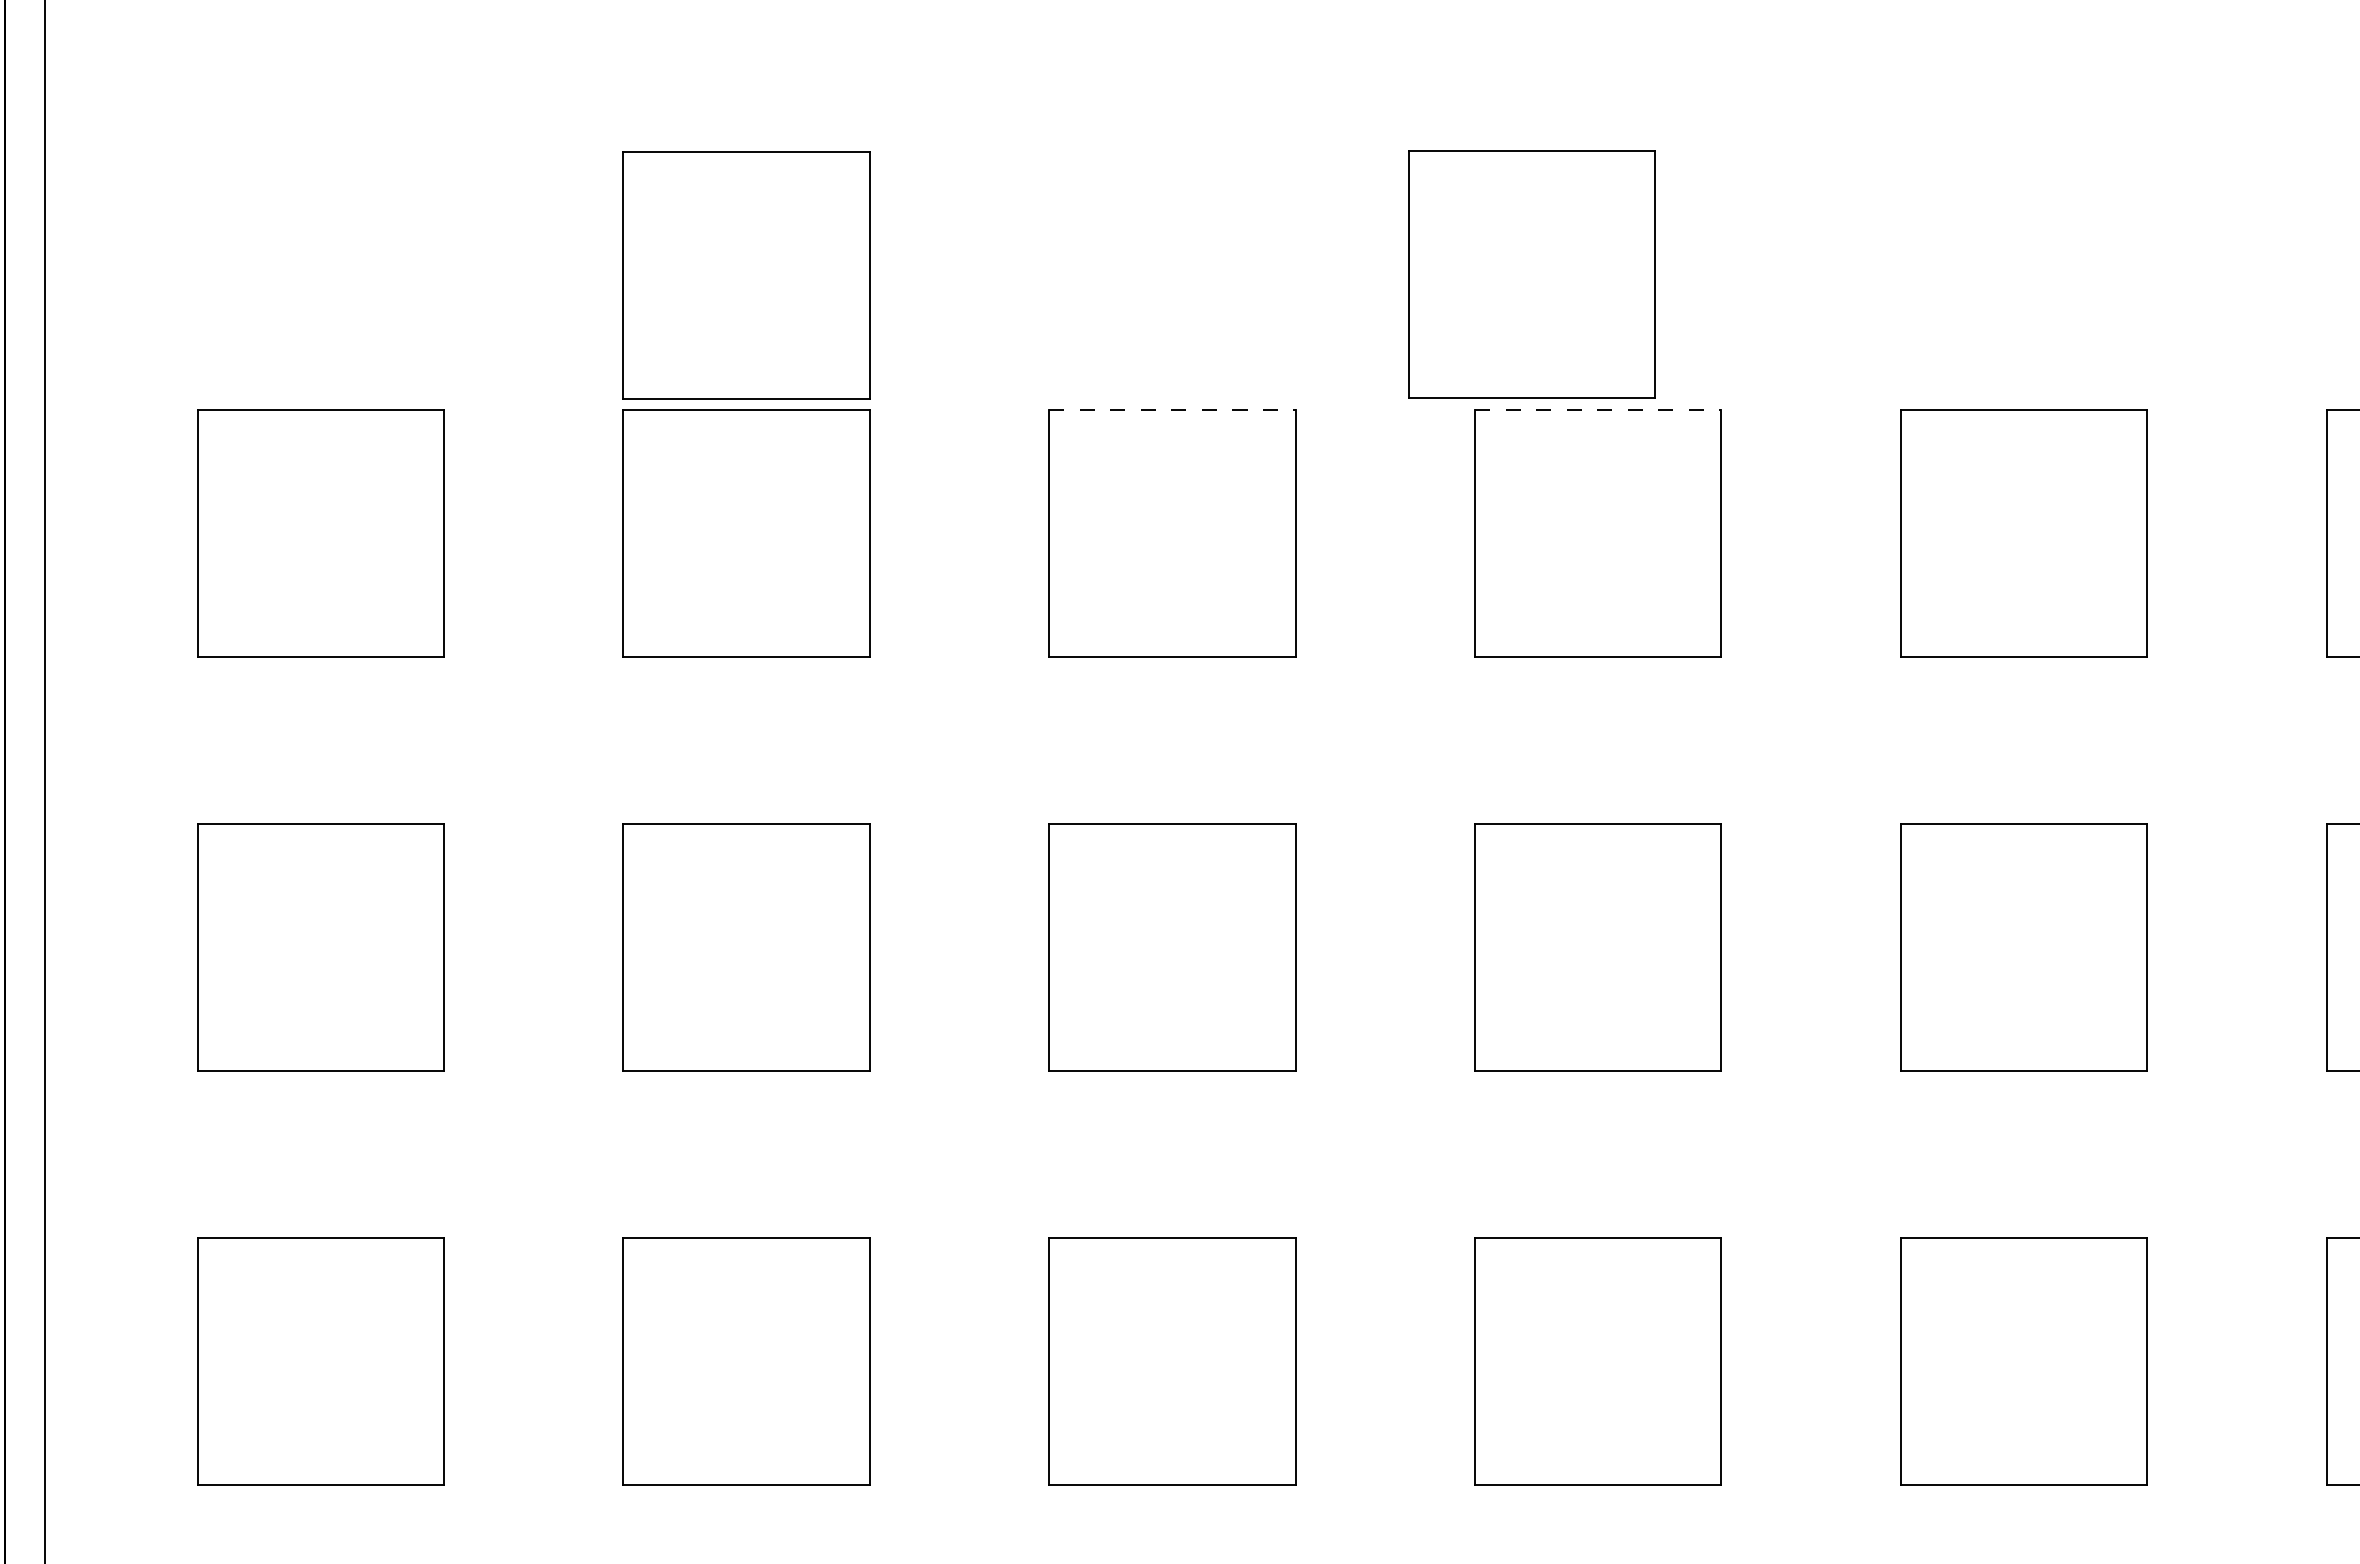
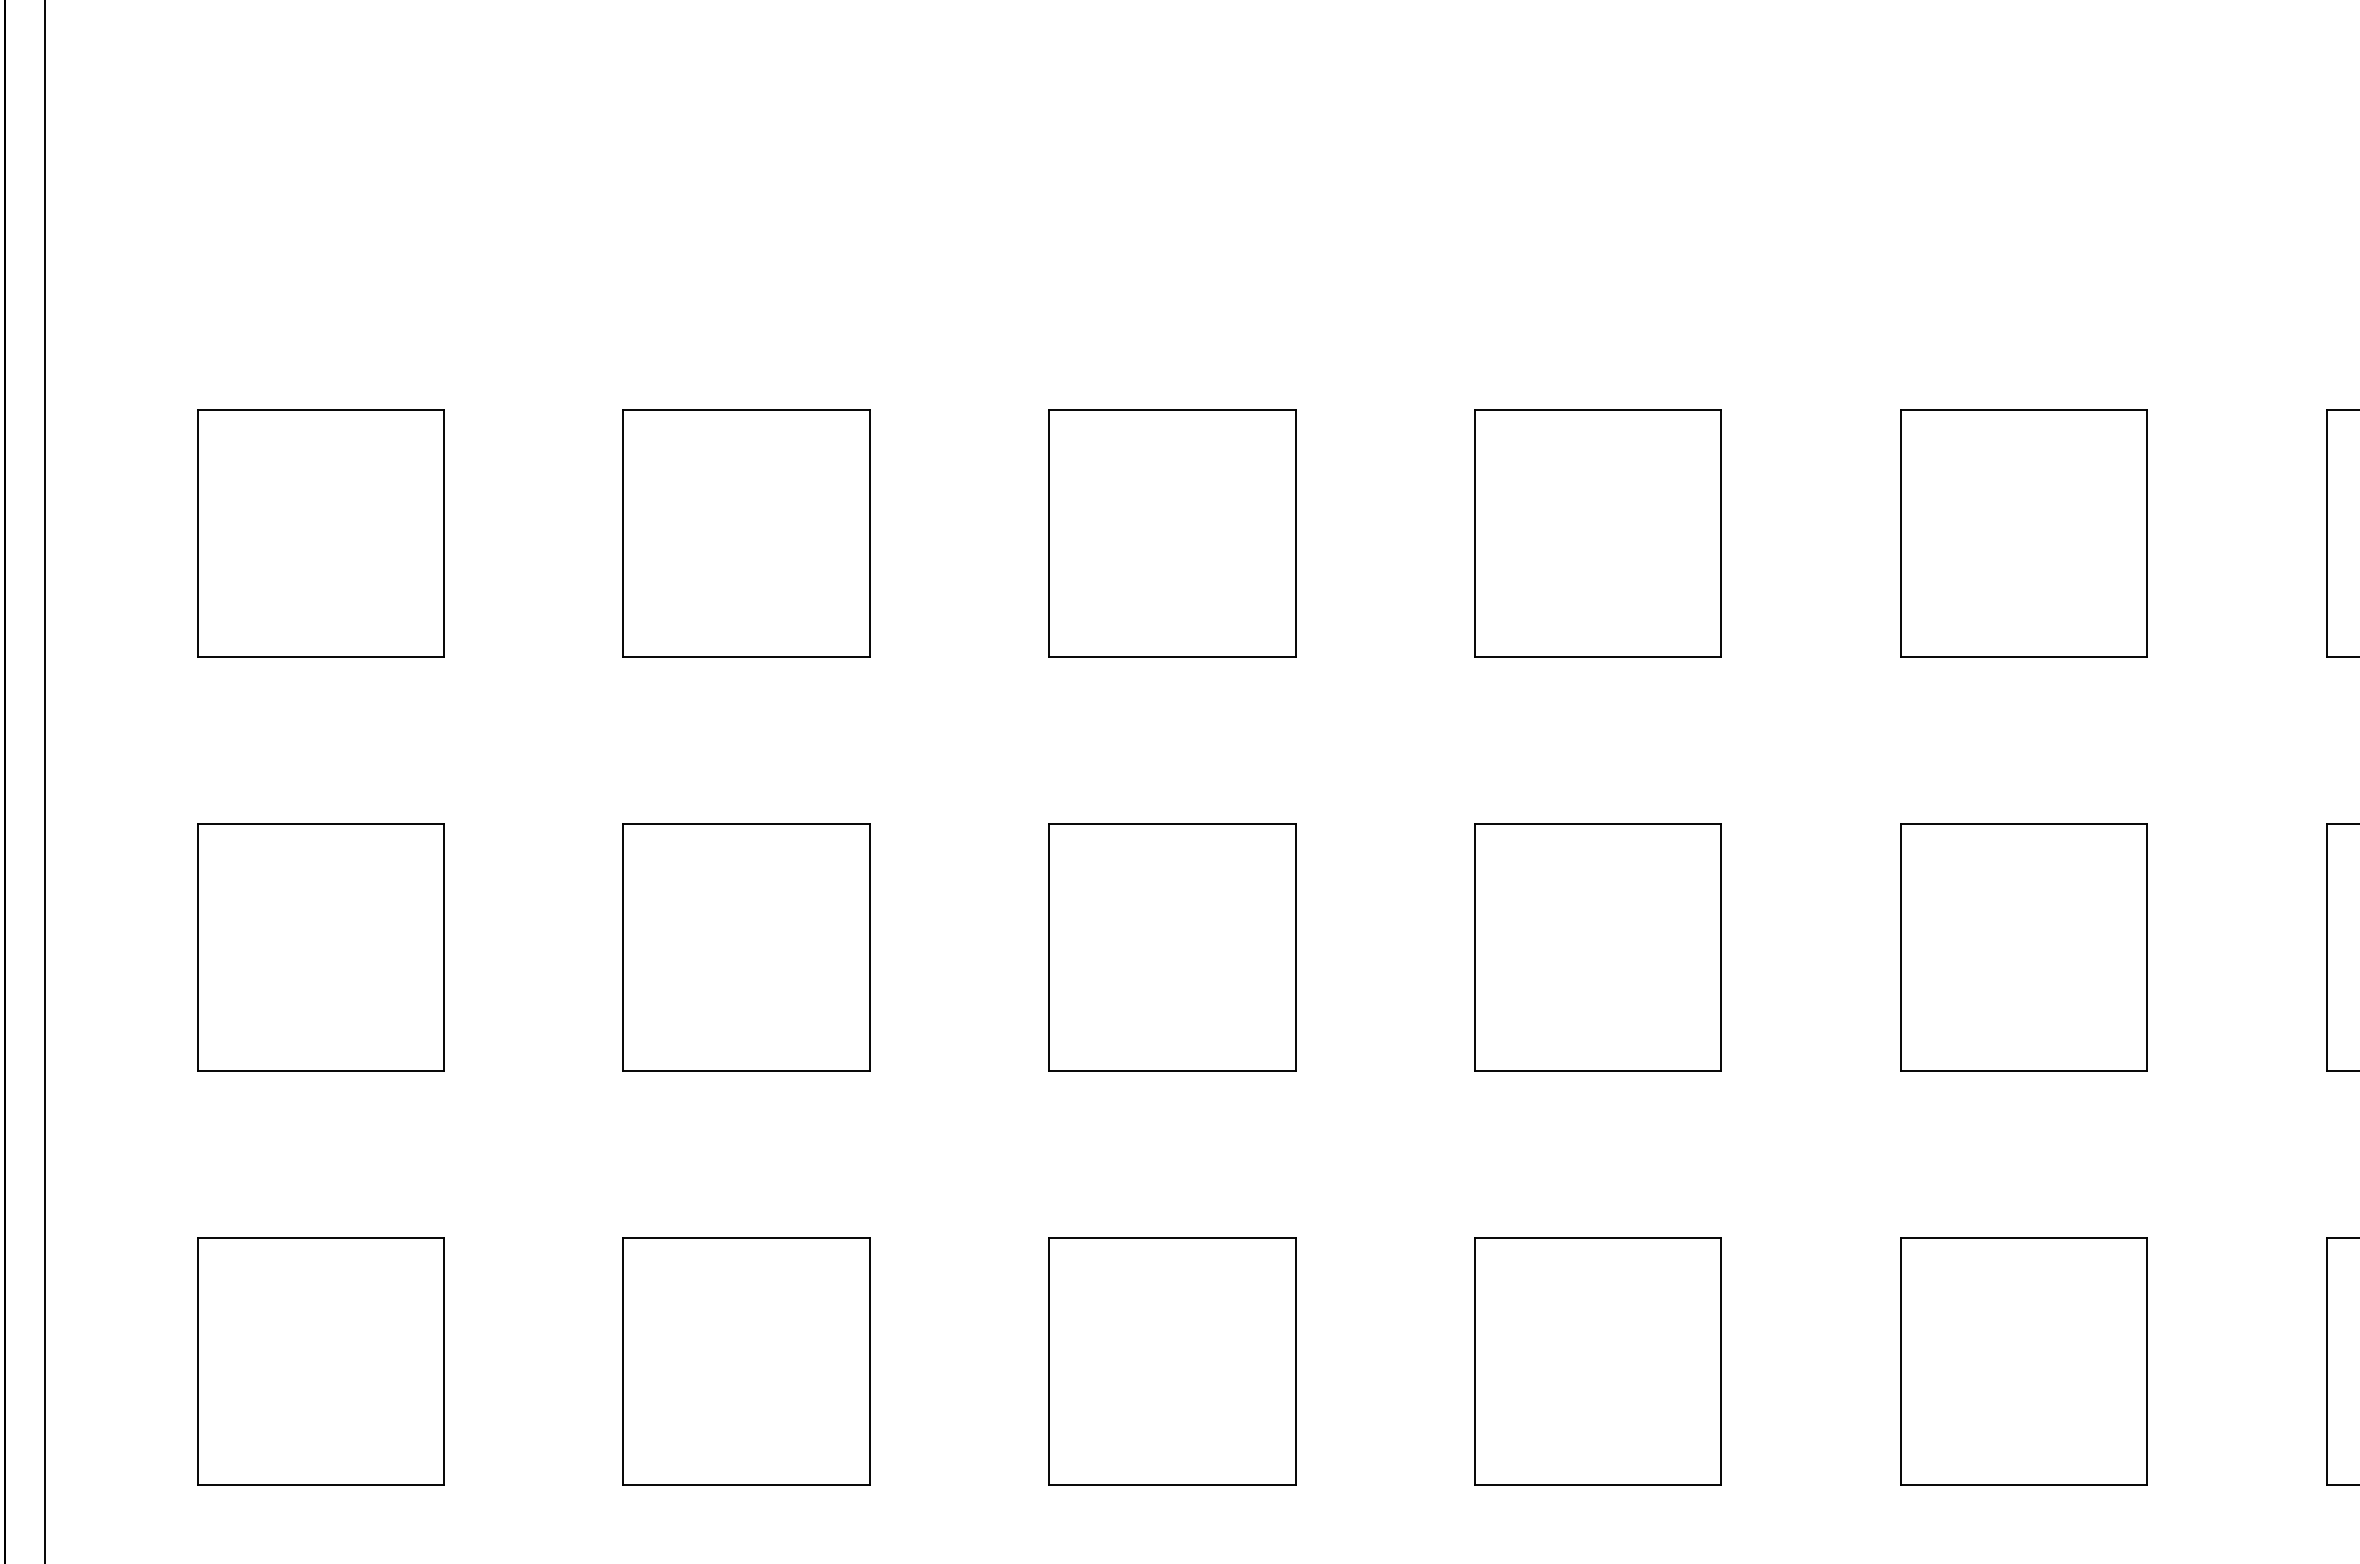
part at (1531, 274): present -> none
part at (746, 275): present -> none
line at (1172, 410): dashed -> solid
line at (1598, 410): dashed -> solid
